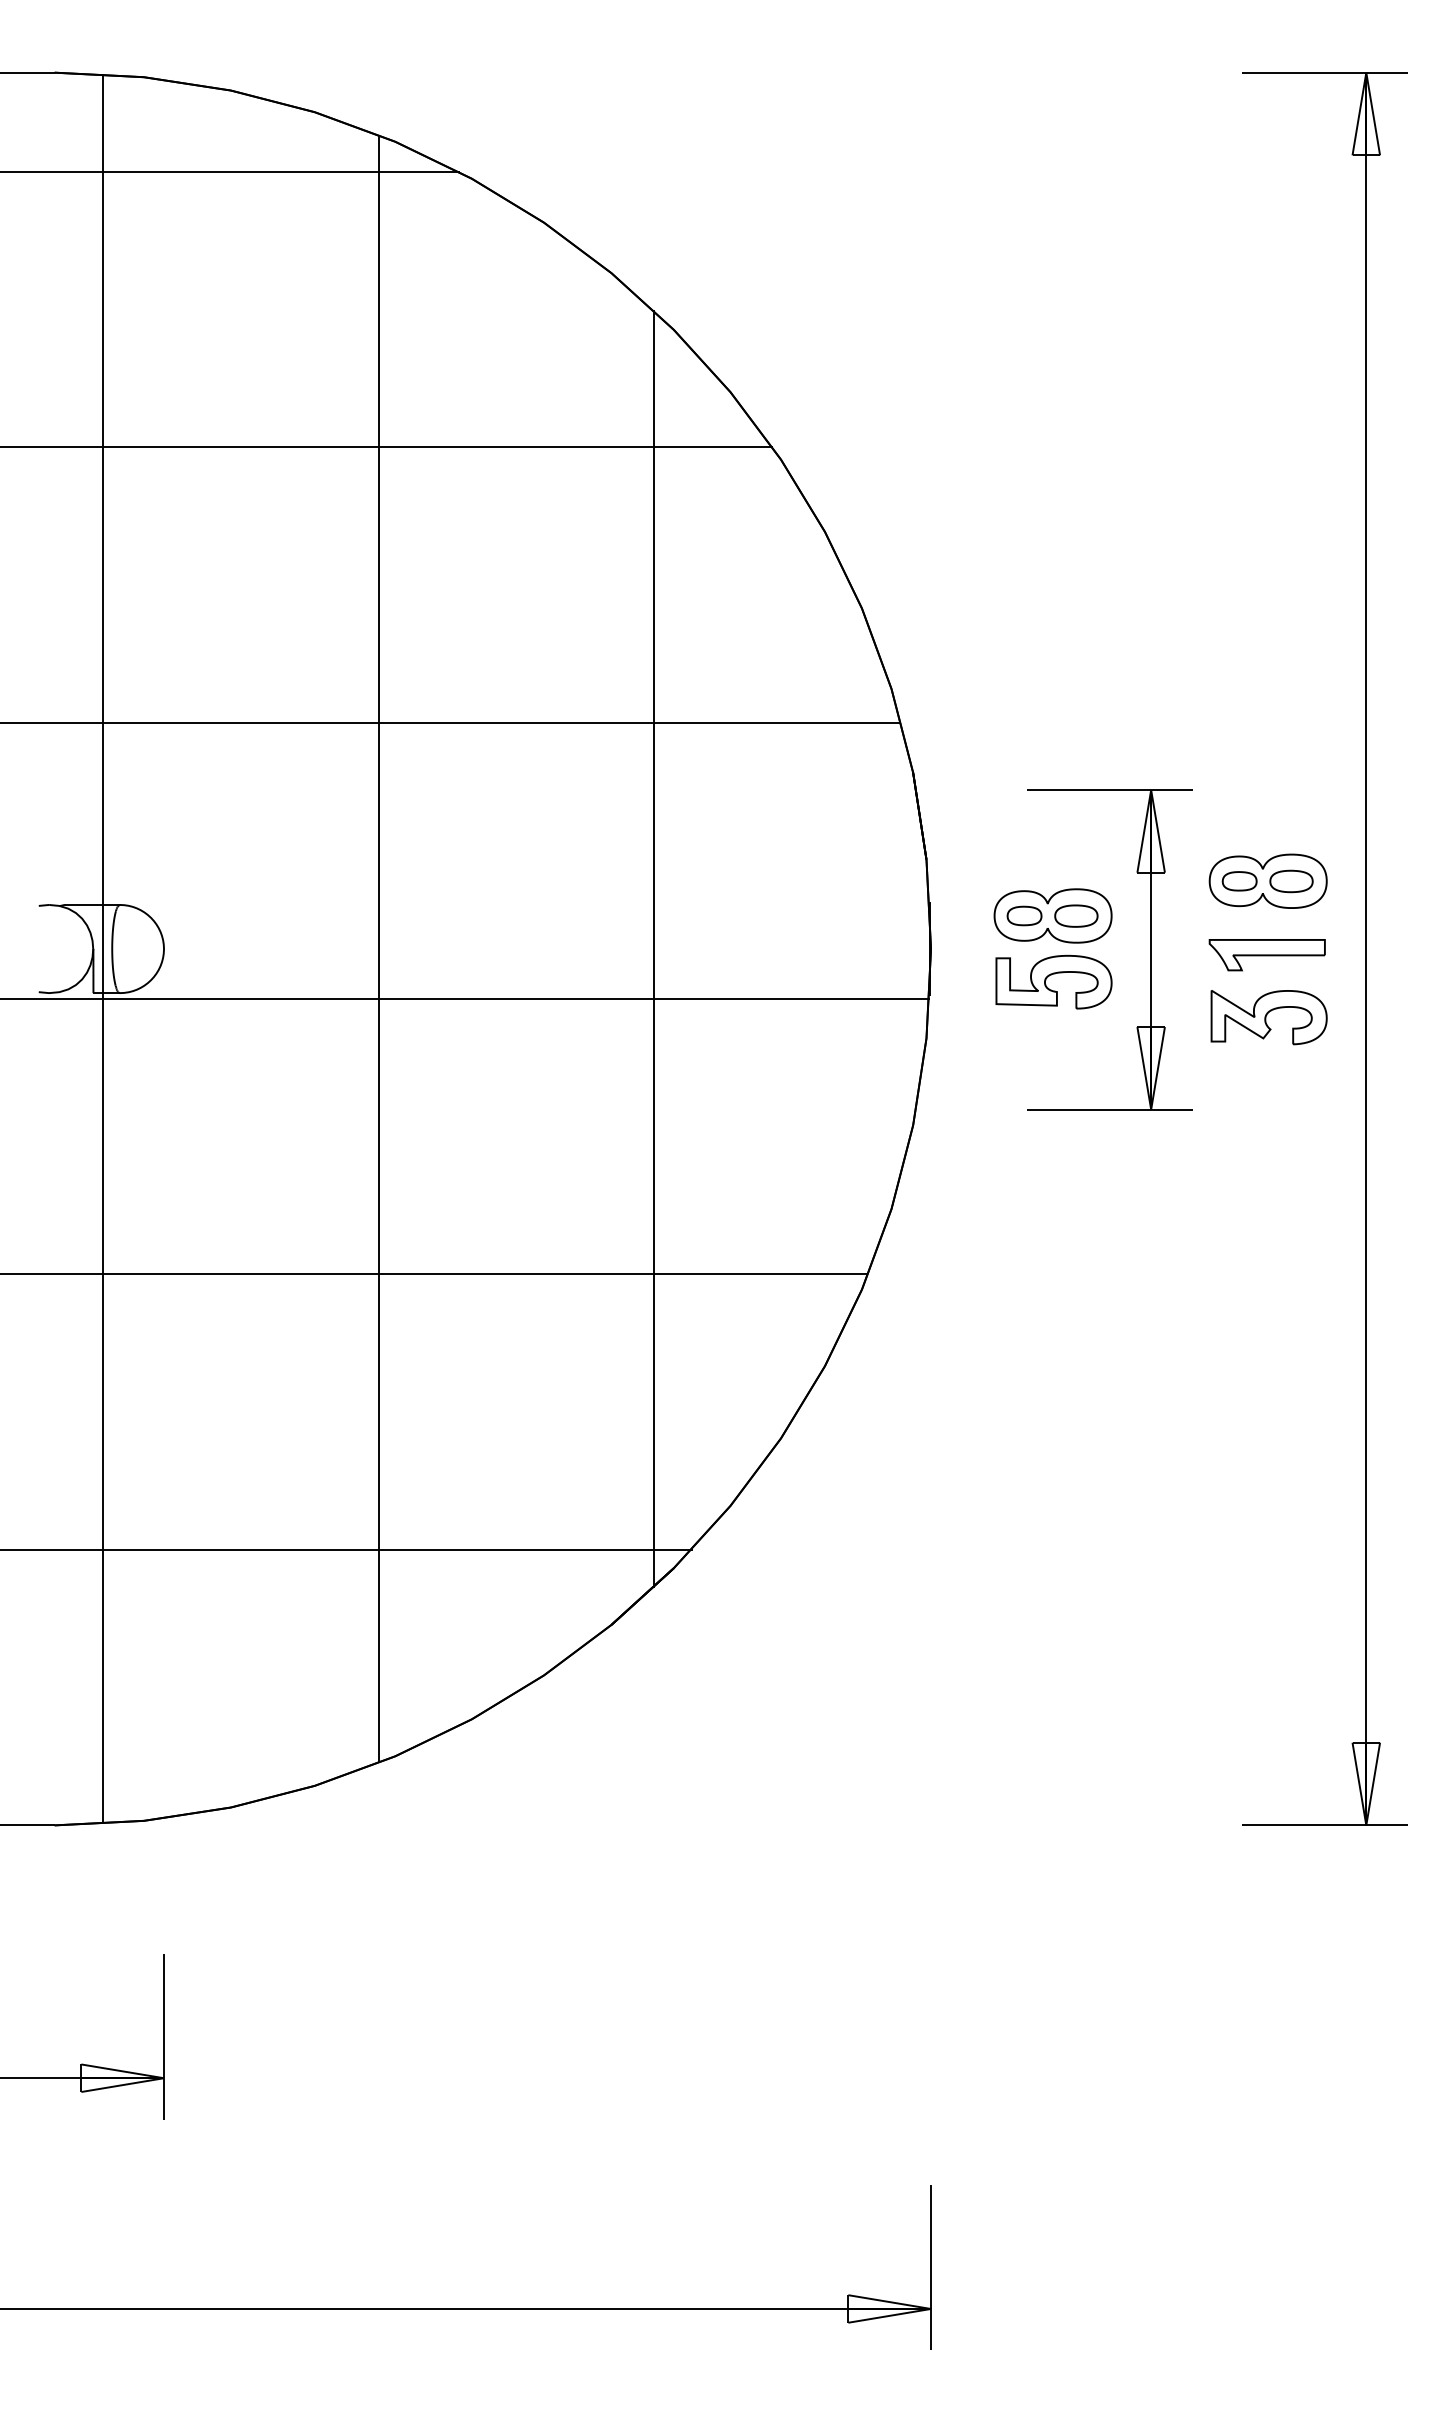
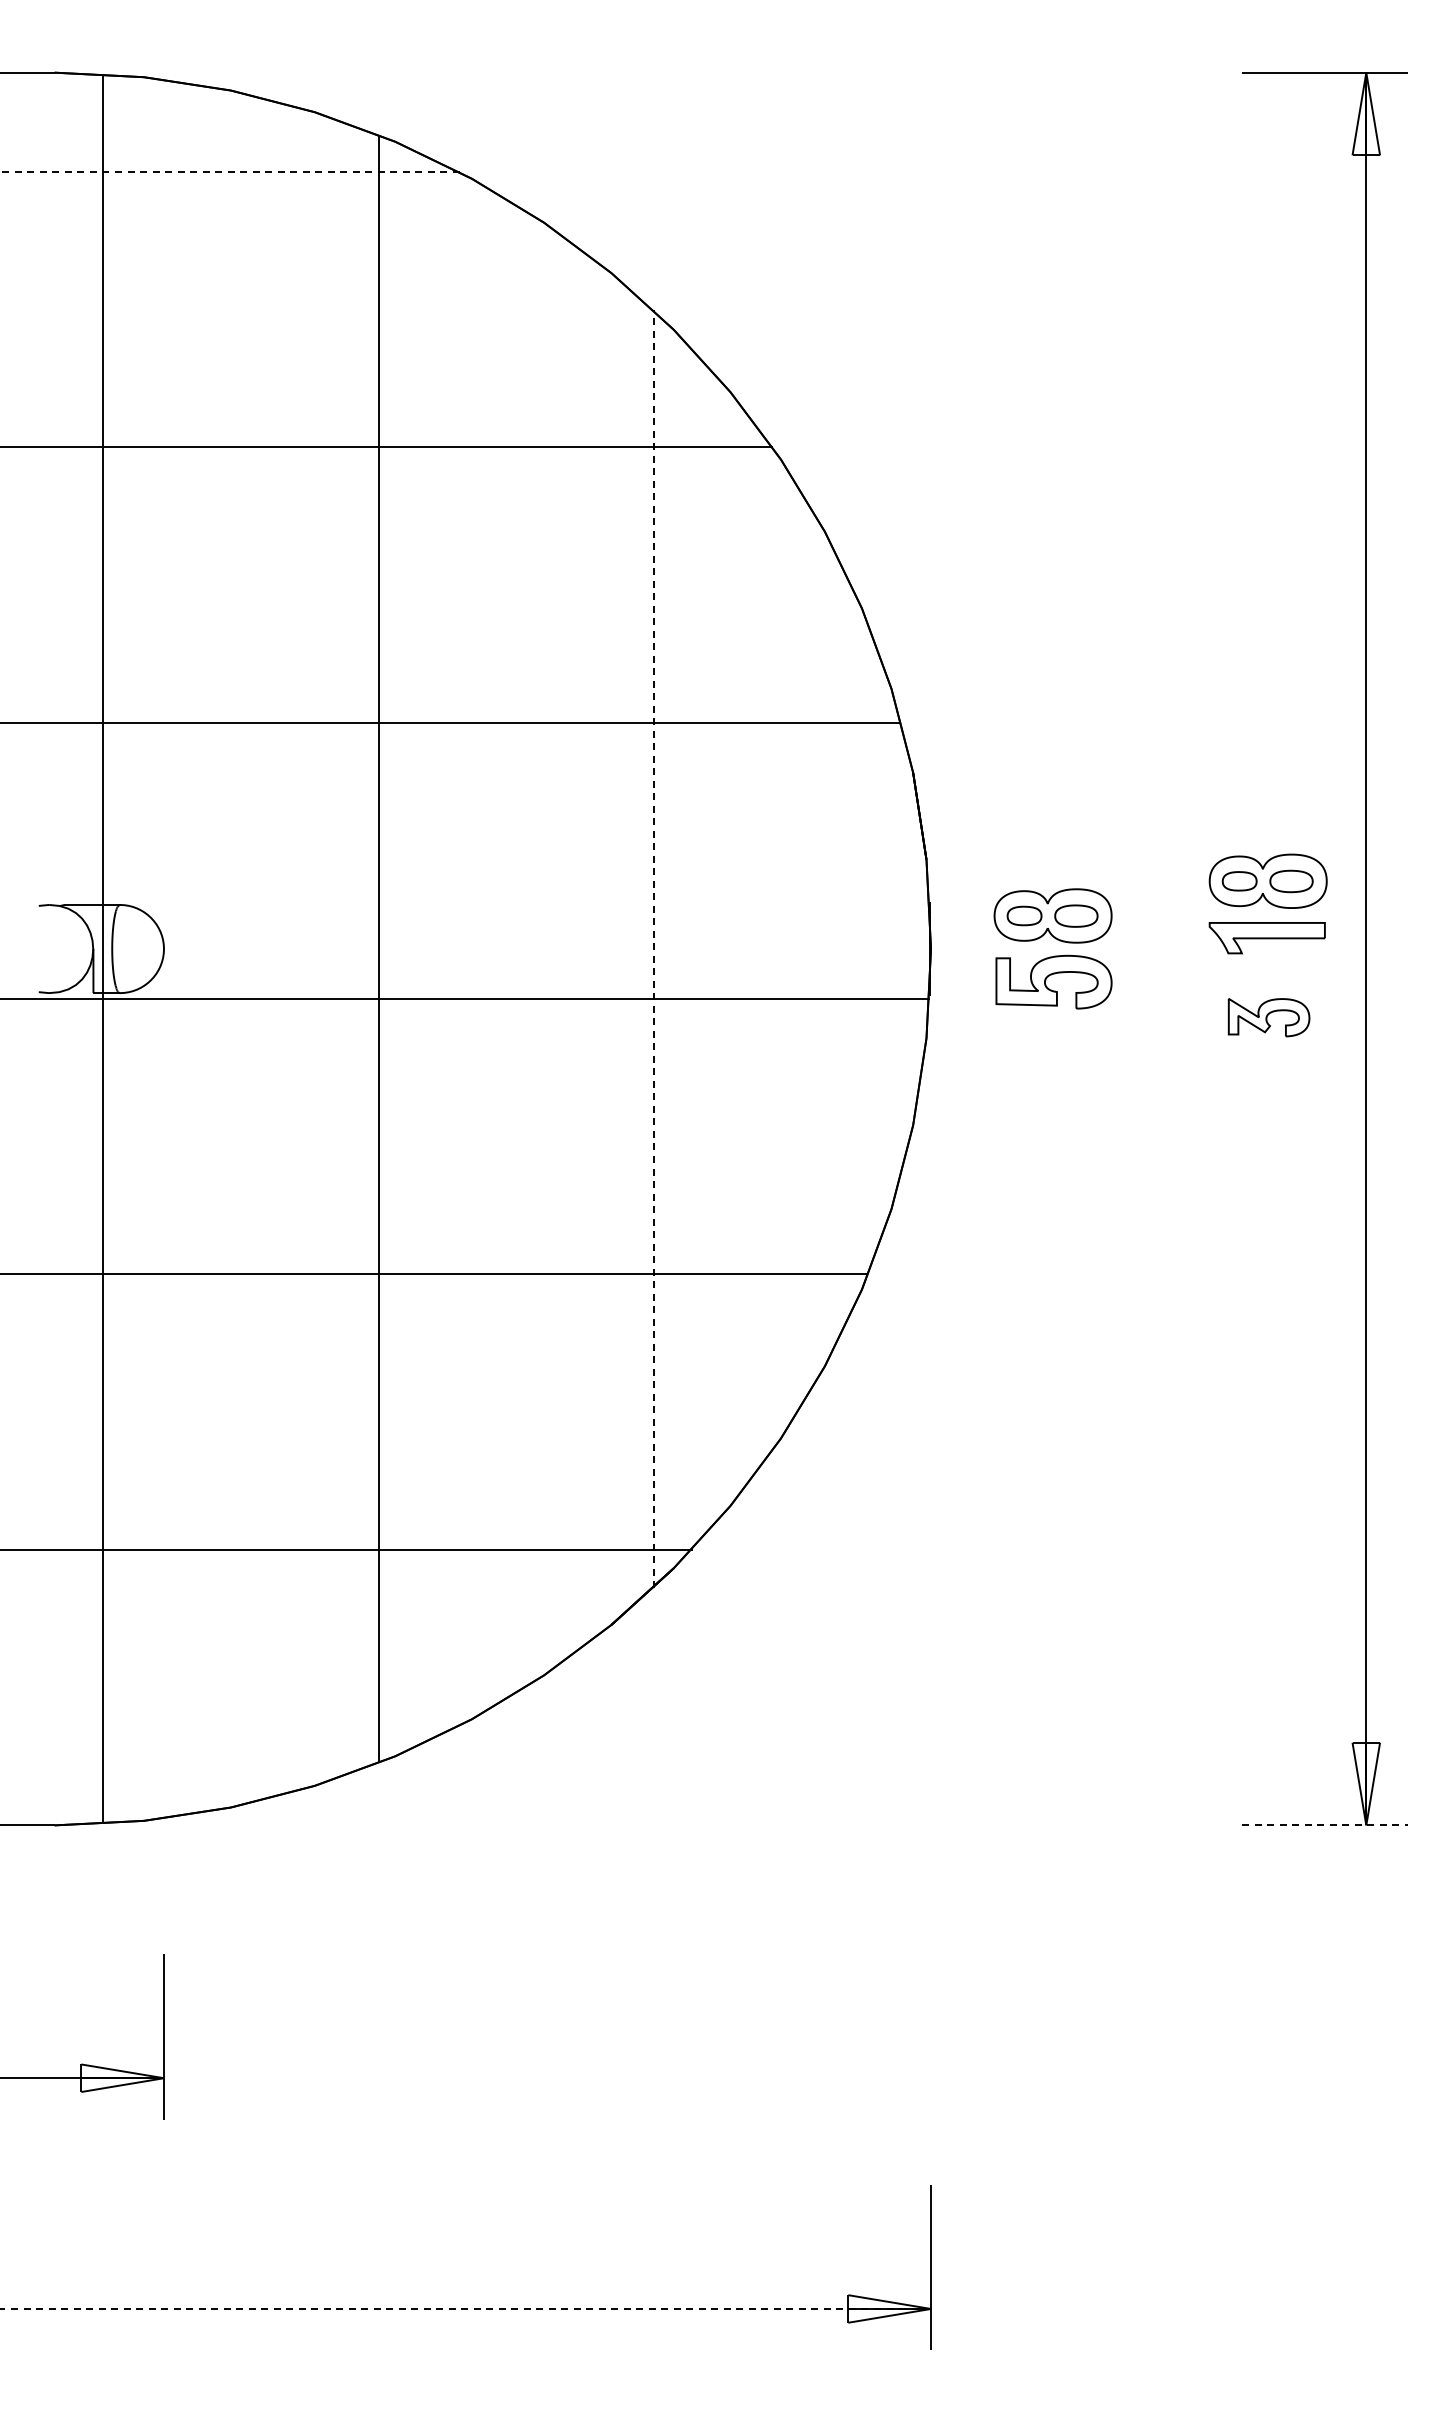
line at (229, 171): solid -> dashed
line at (654, 948): solid -> dashed
part at (1150, 949): present -> none
part at (1266, 955) position: (1266, 955) -> (1266, 938)
part at (1268, 1017) size: 118x56 px -> 84x40 px
line at (1324, 1825): solid -> dashed
line at (465, 2308): solid -> dashed
